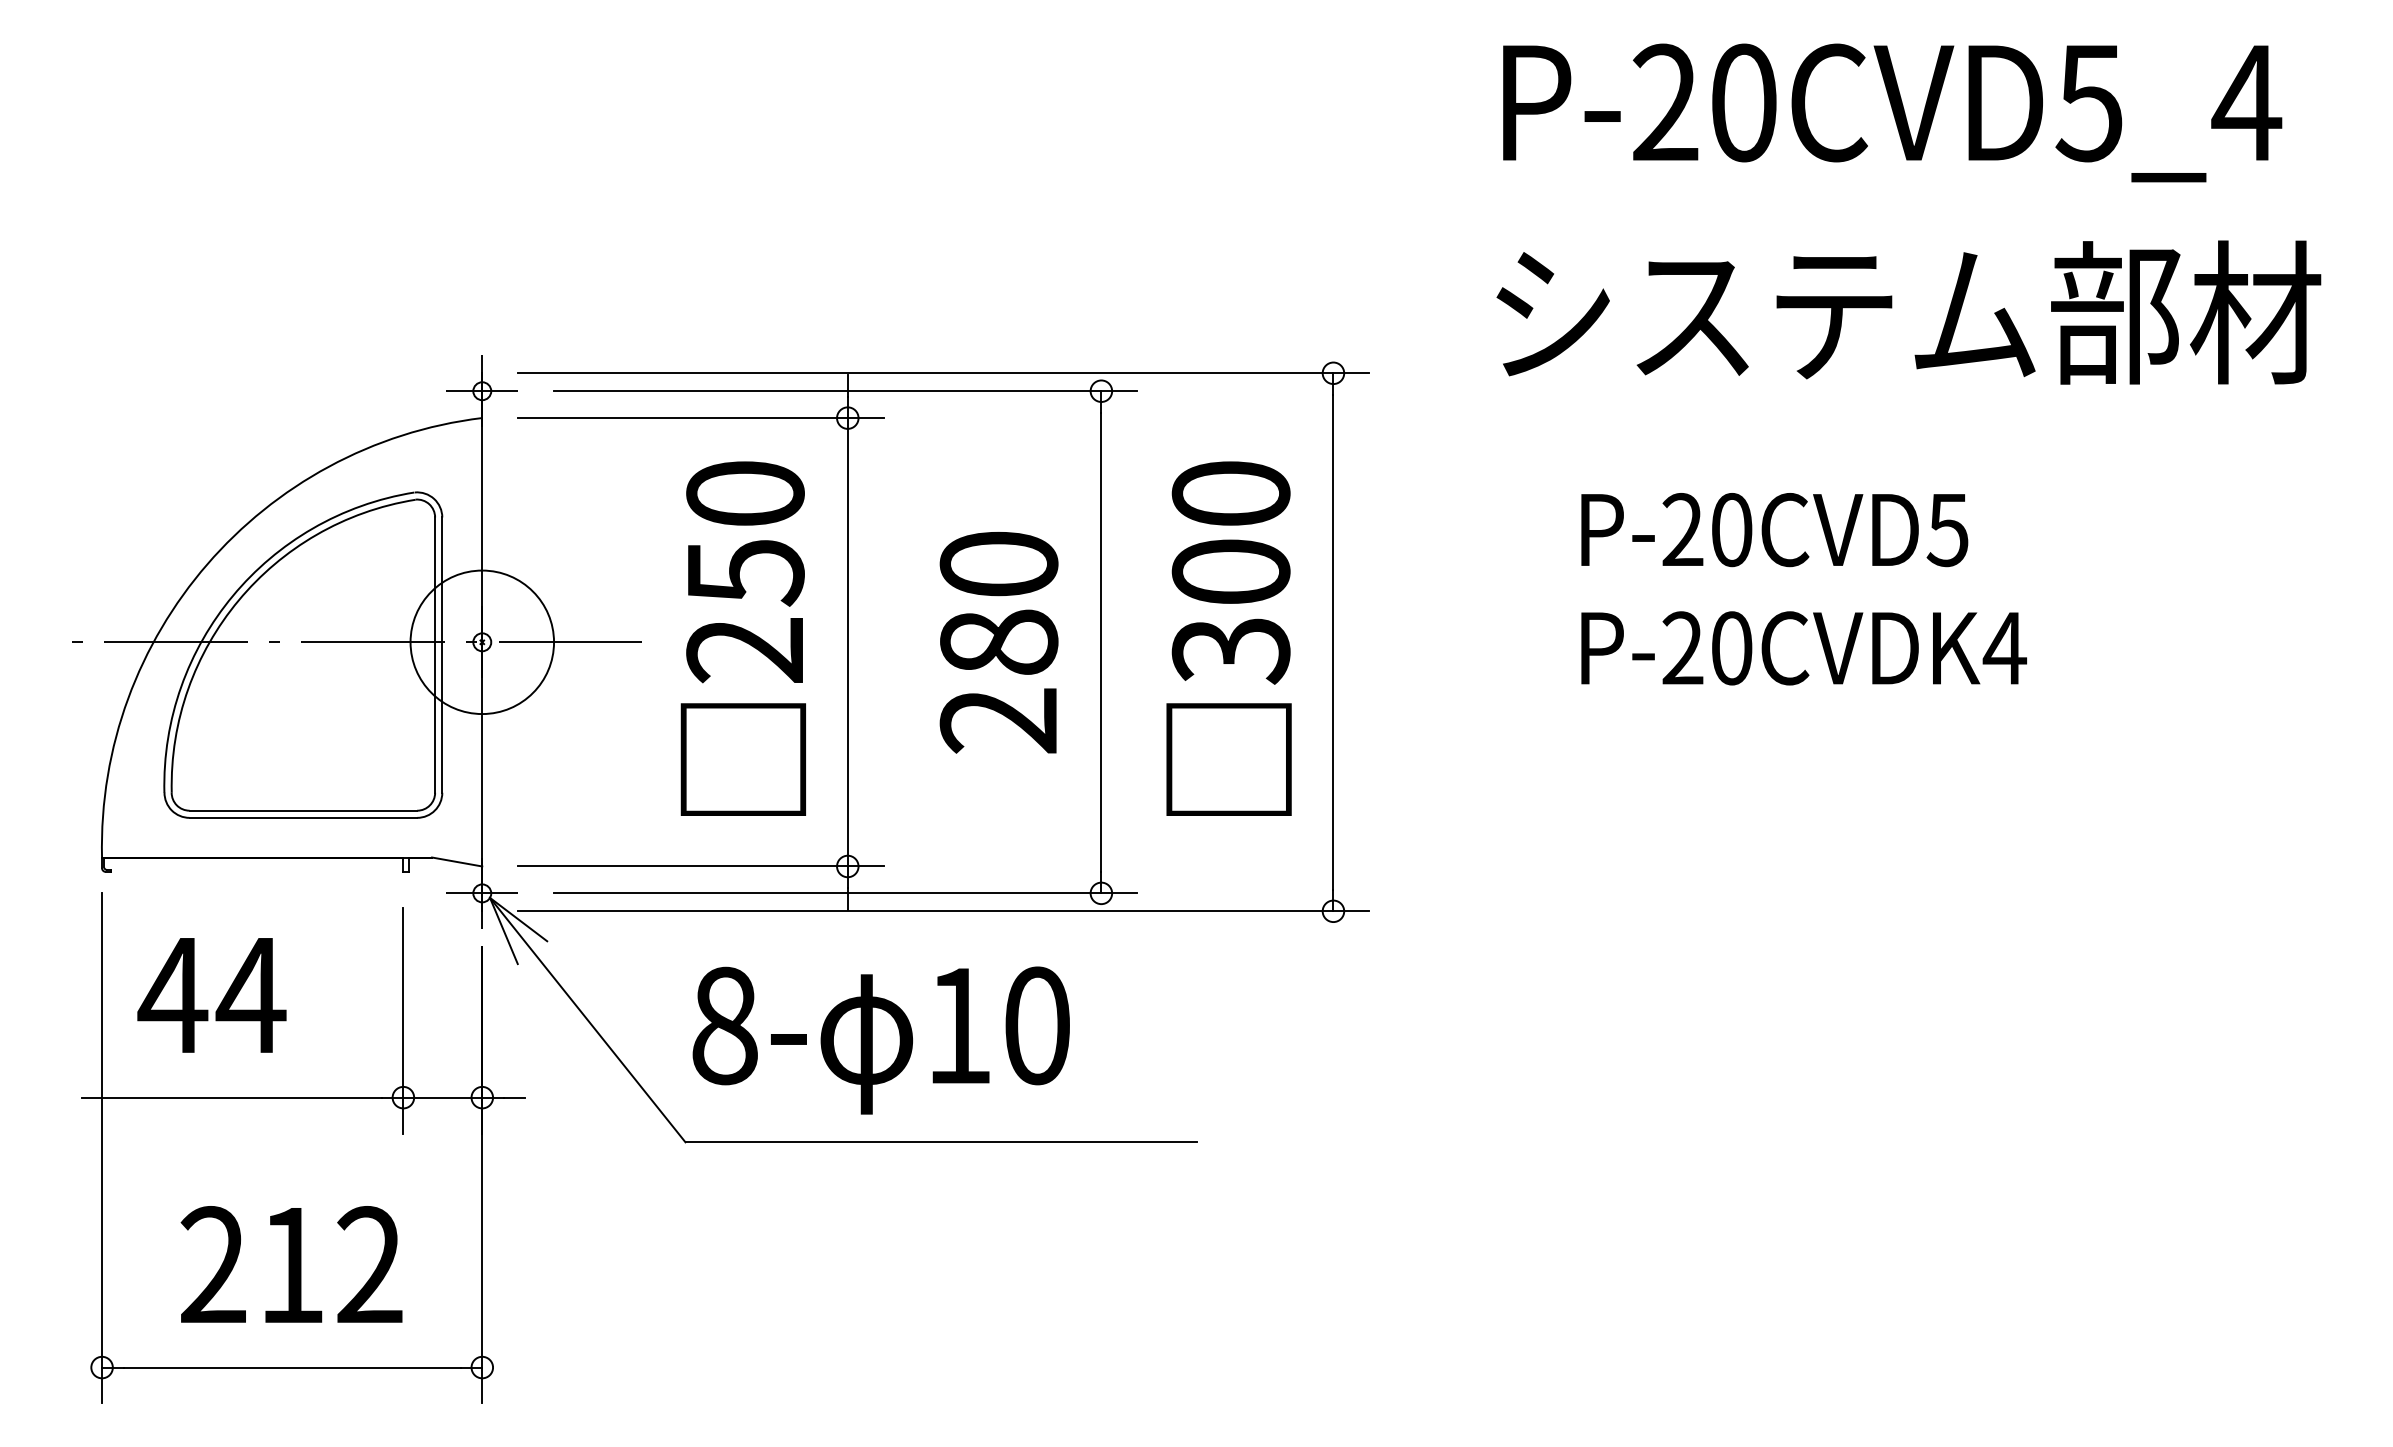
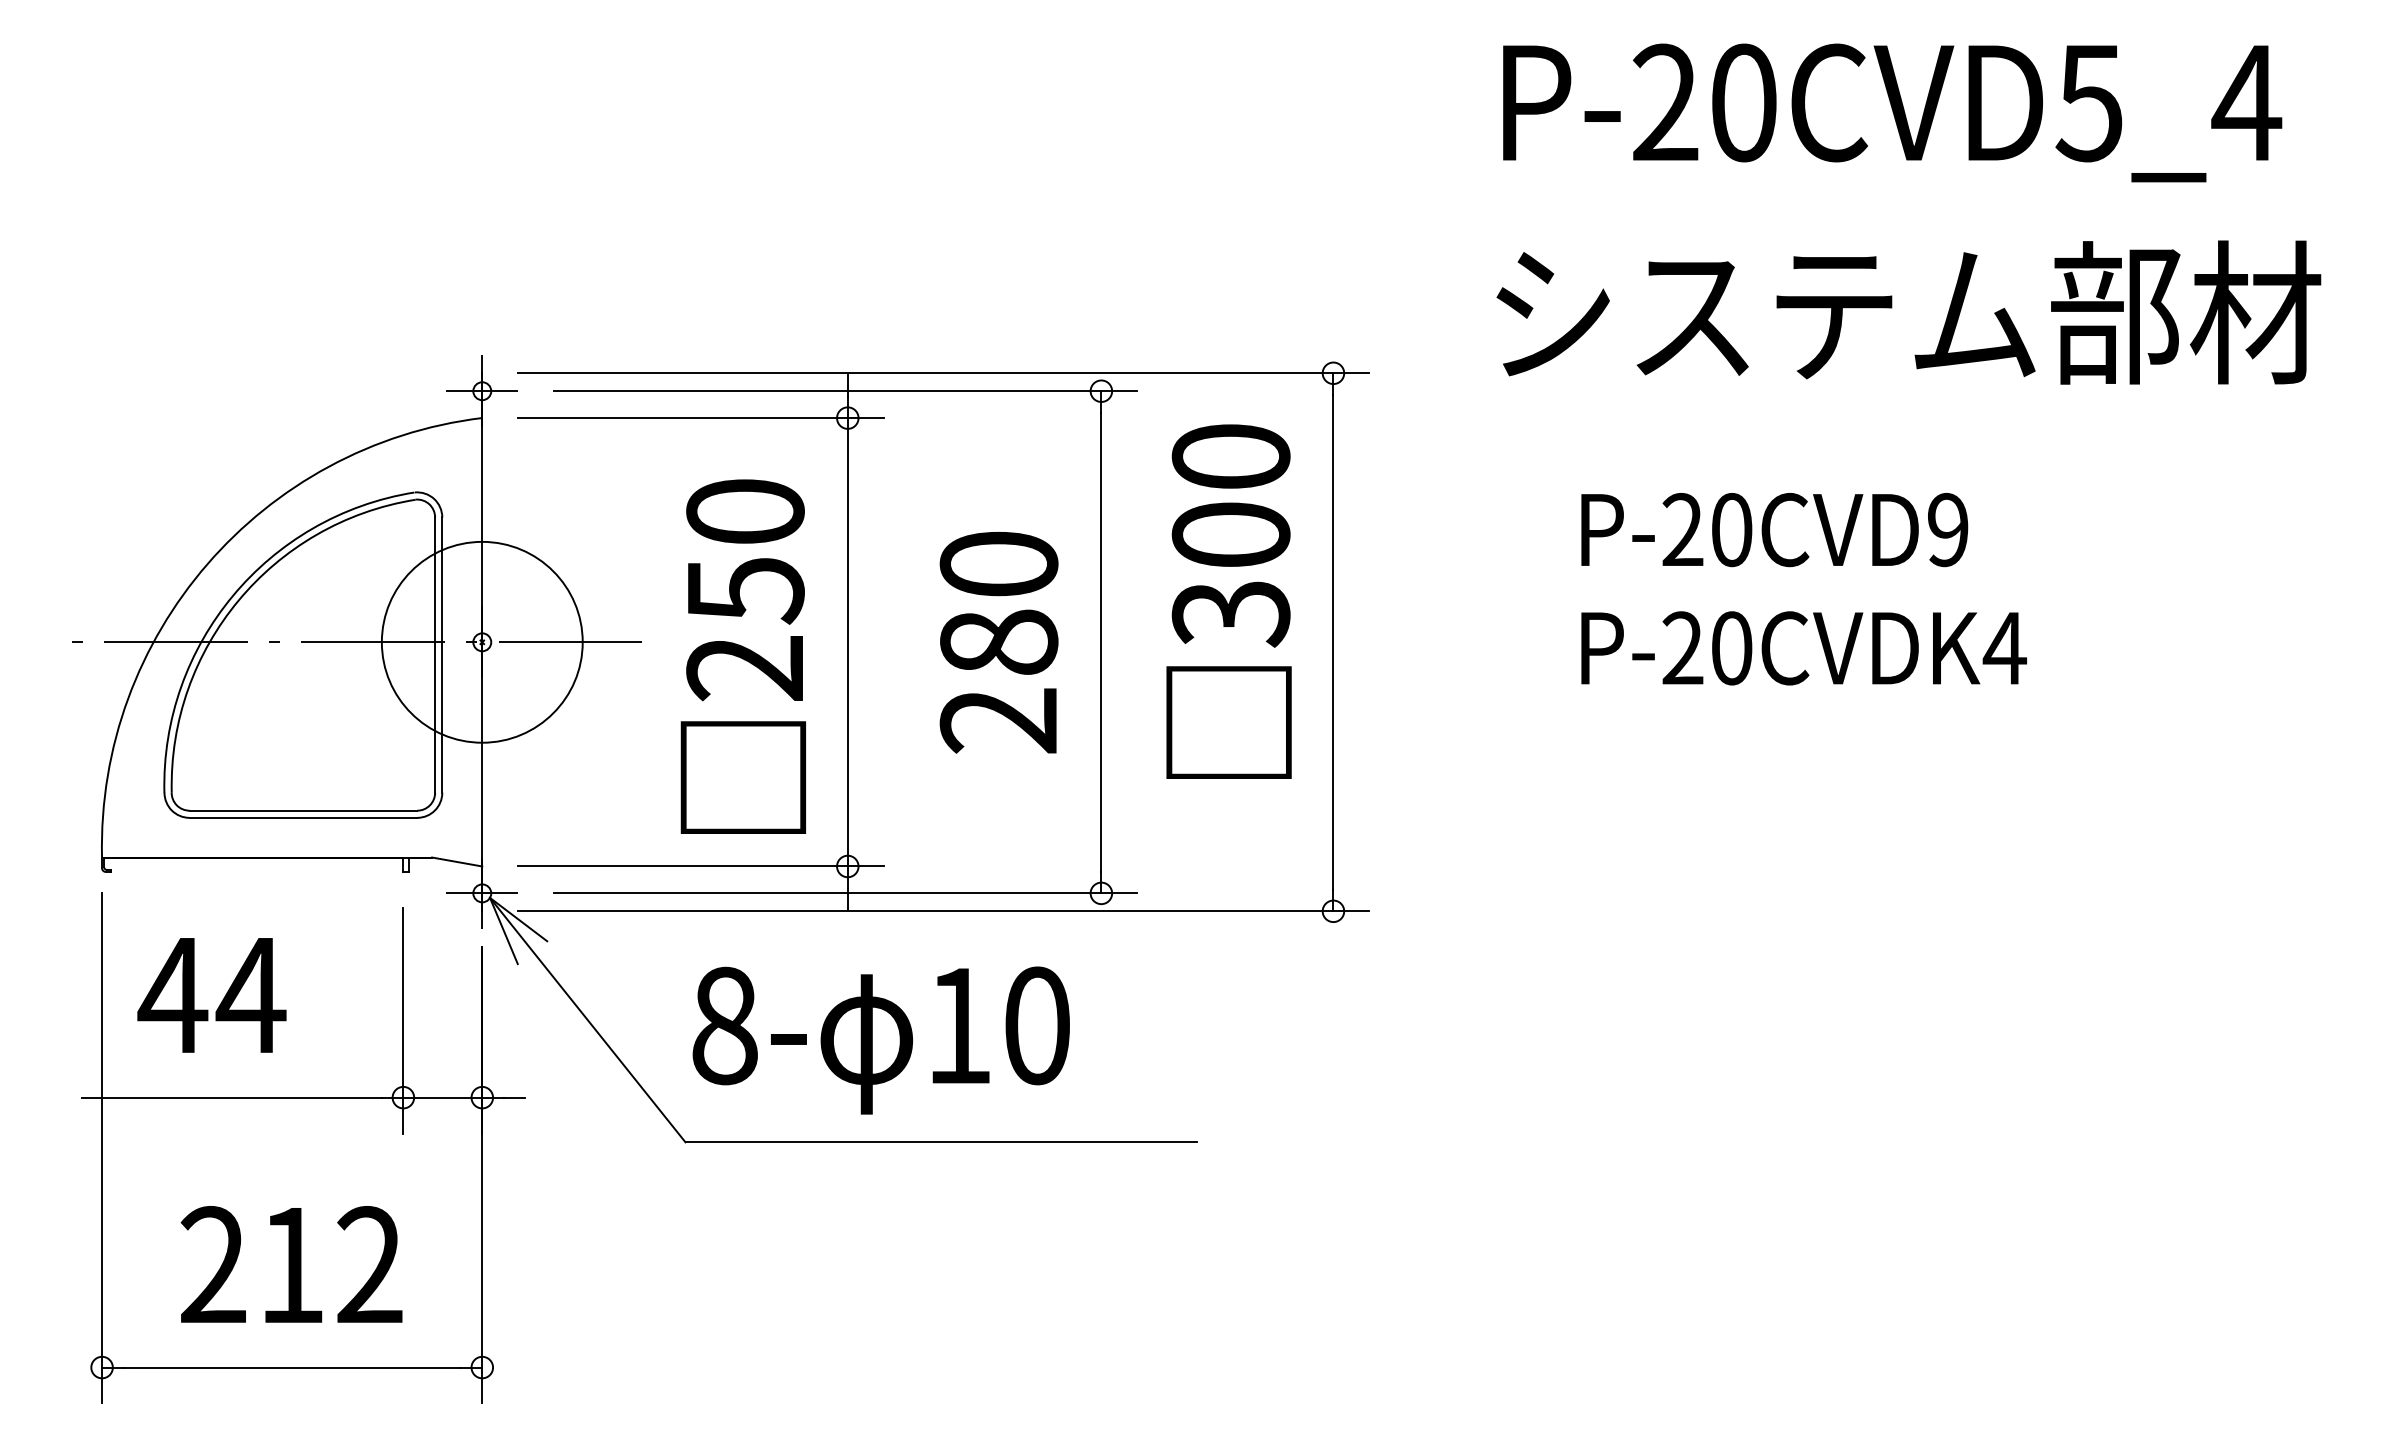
text at (1947, 530): P-20CVD5 -> P-20CVD9
text at (742, 638) position: (742, 638) -> (742, 656)
text at (1228, 638) position: (1228, 638) -> (1228, 601)
circle at (482, 642) diameter: 143 px -> 201 px
